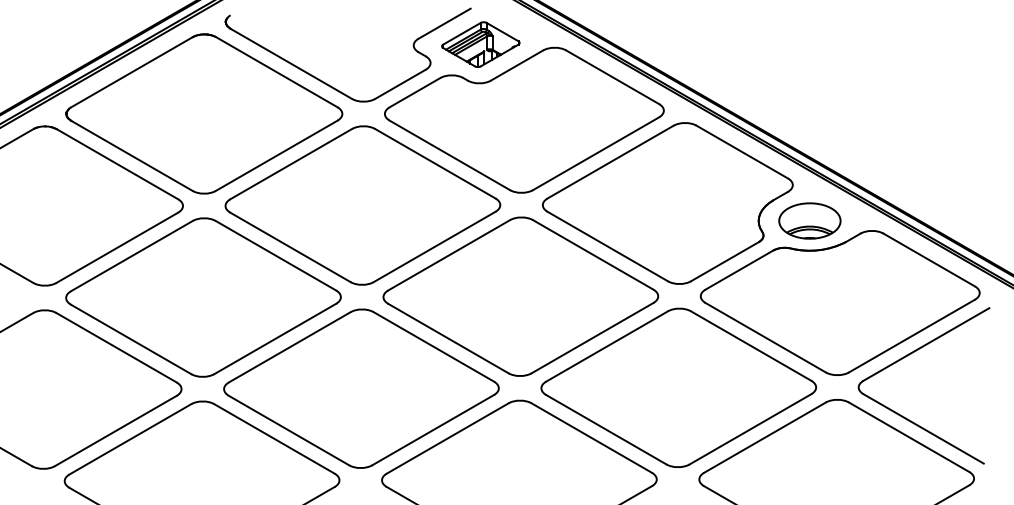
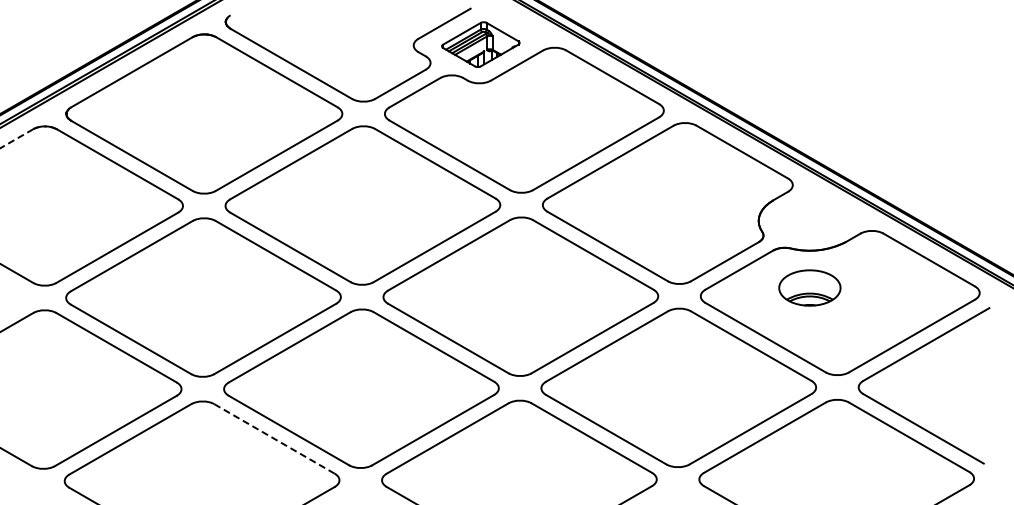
line at (16, 138): solid -> dashed
part at (809, 220) position: (809, 220) -> (809, 287)
line at (274, 438): solid -> dashed
